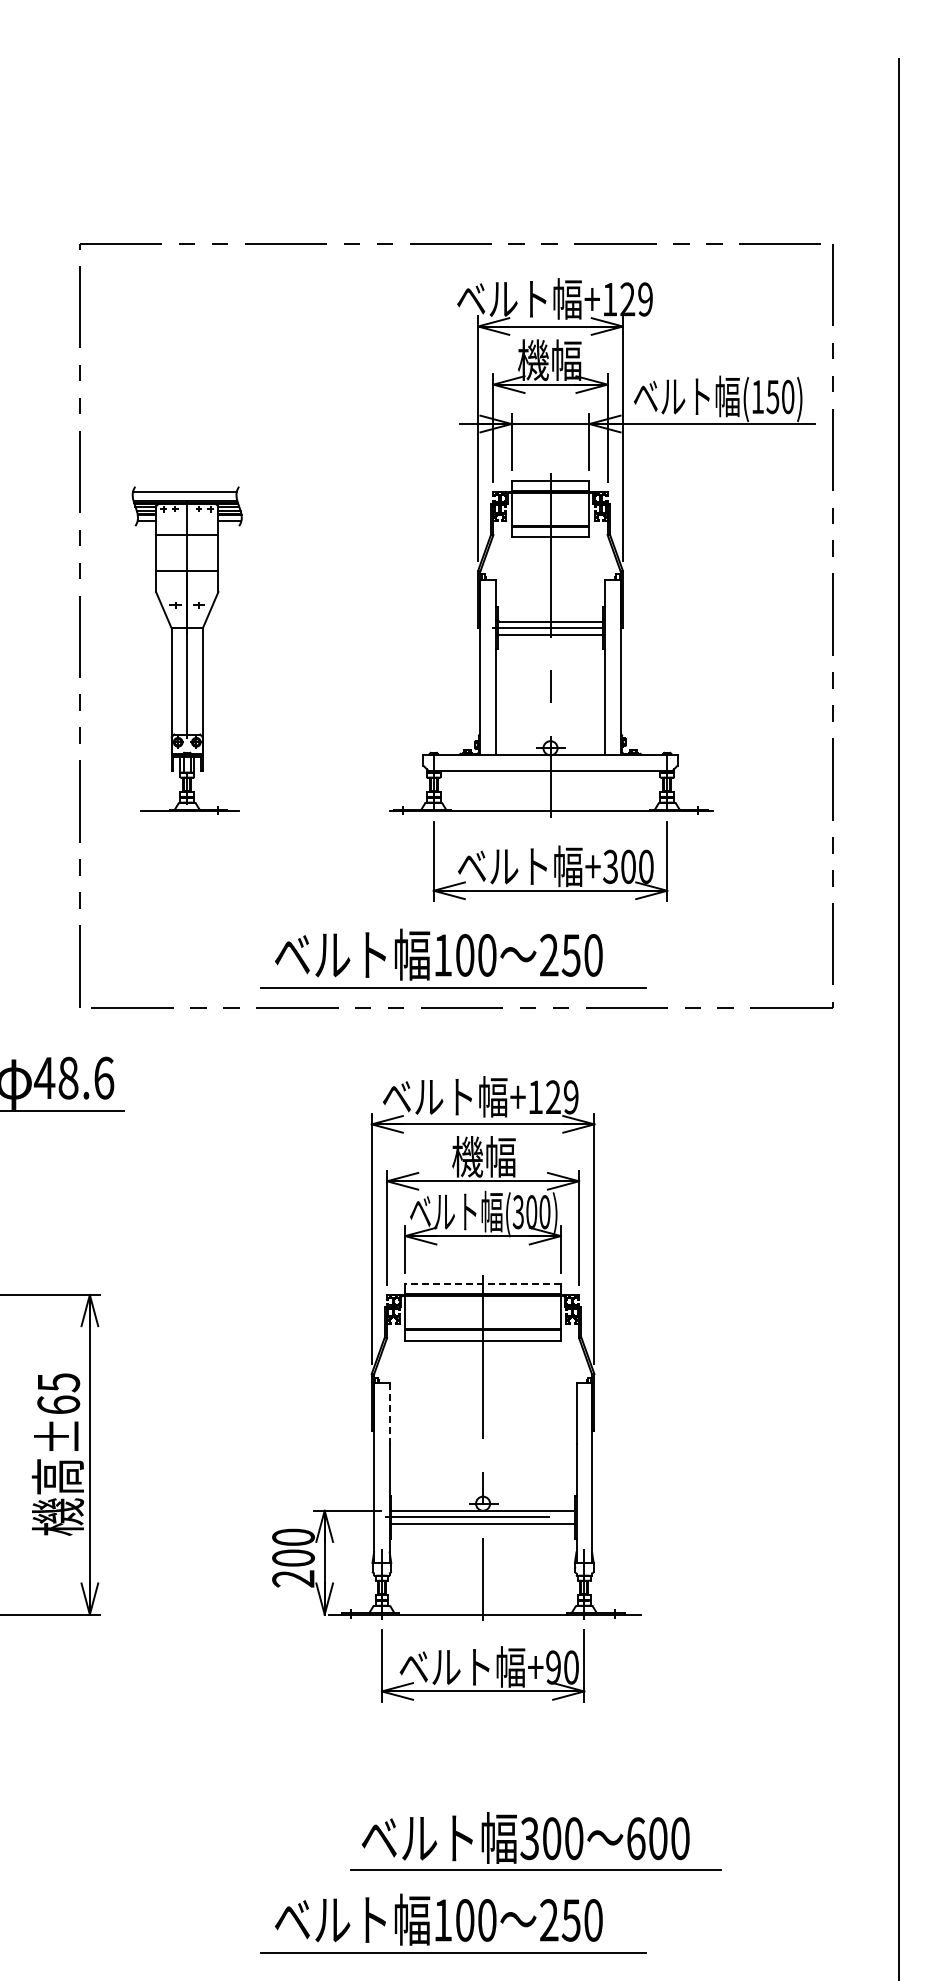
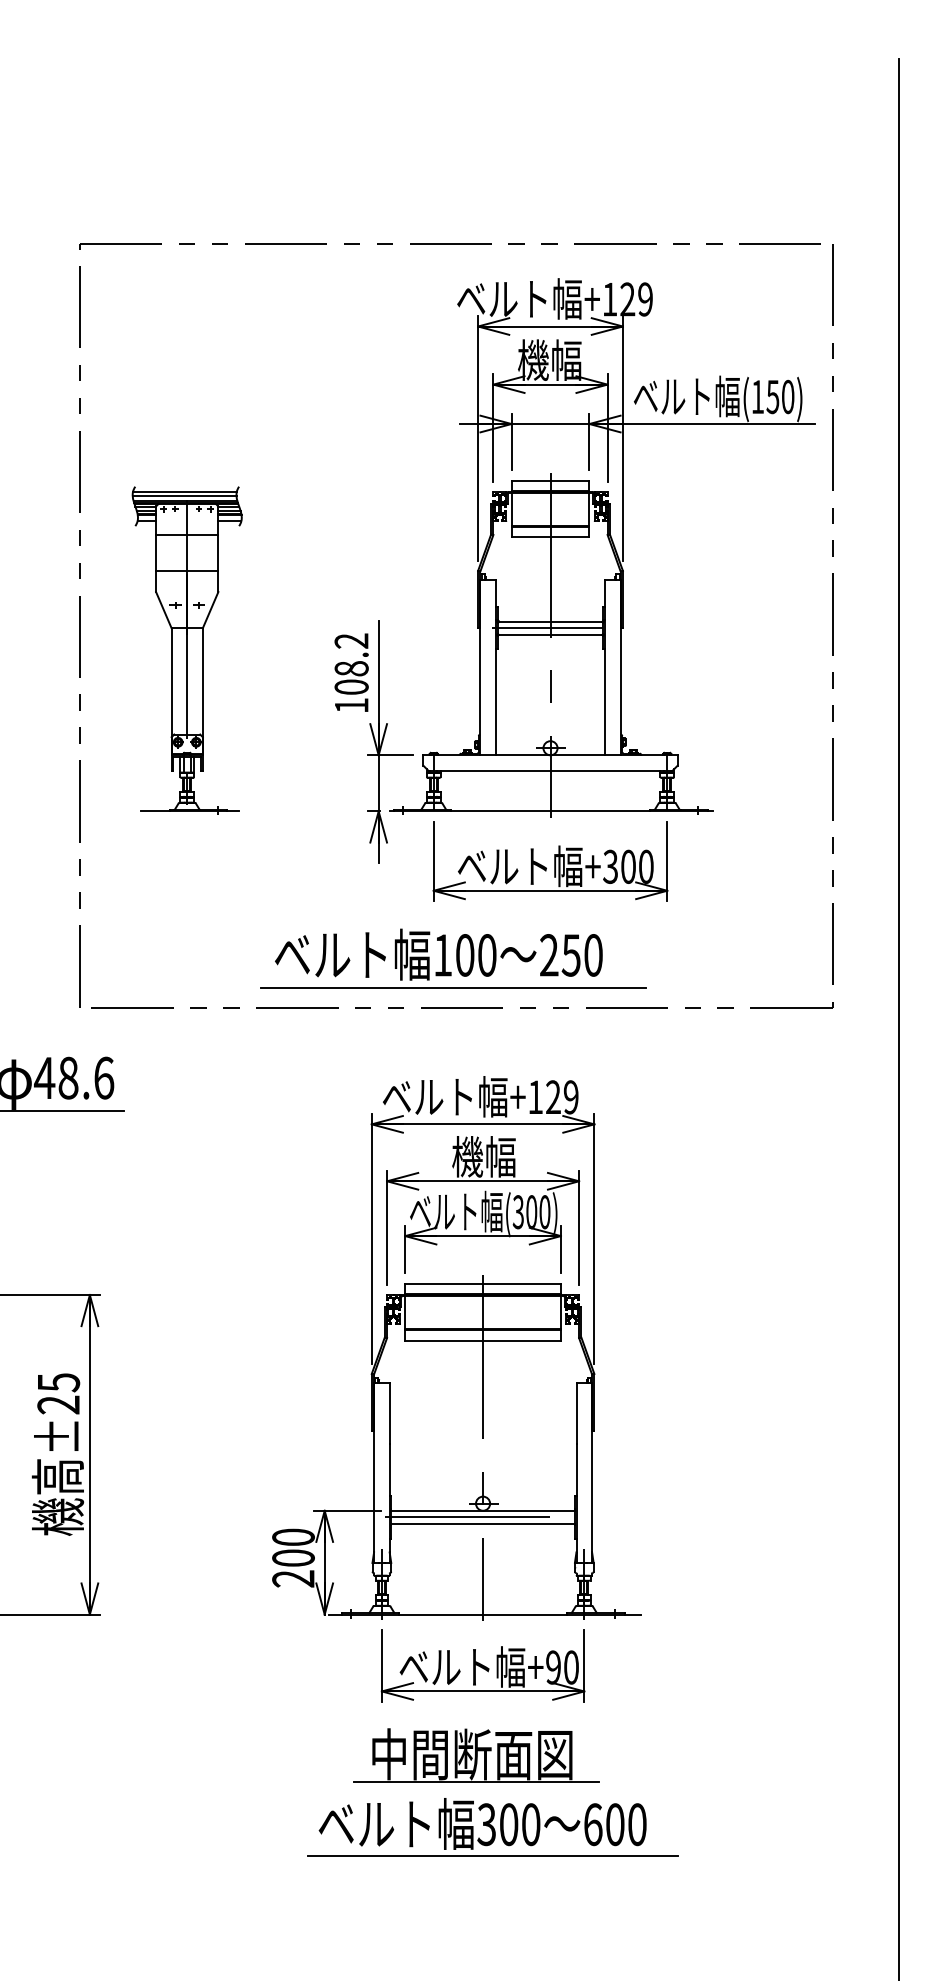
line at (184, 496): none -> present
part at (373, 741): none -> present
line at (483, 1283): dashed -> solid
text at (58, 1404): ±65 -> ±25
line at (389, 1414): dashed -> solid
part at (476, 1755): none -> present
part at (535, 1841) position: (535, 1841) -> (492, 1827)
part at (453, 1923): present -> none
